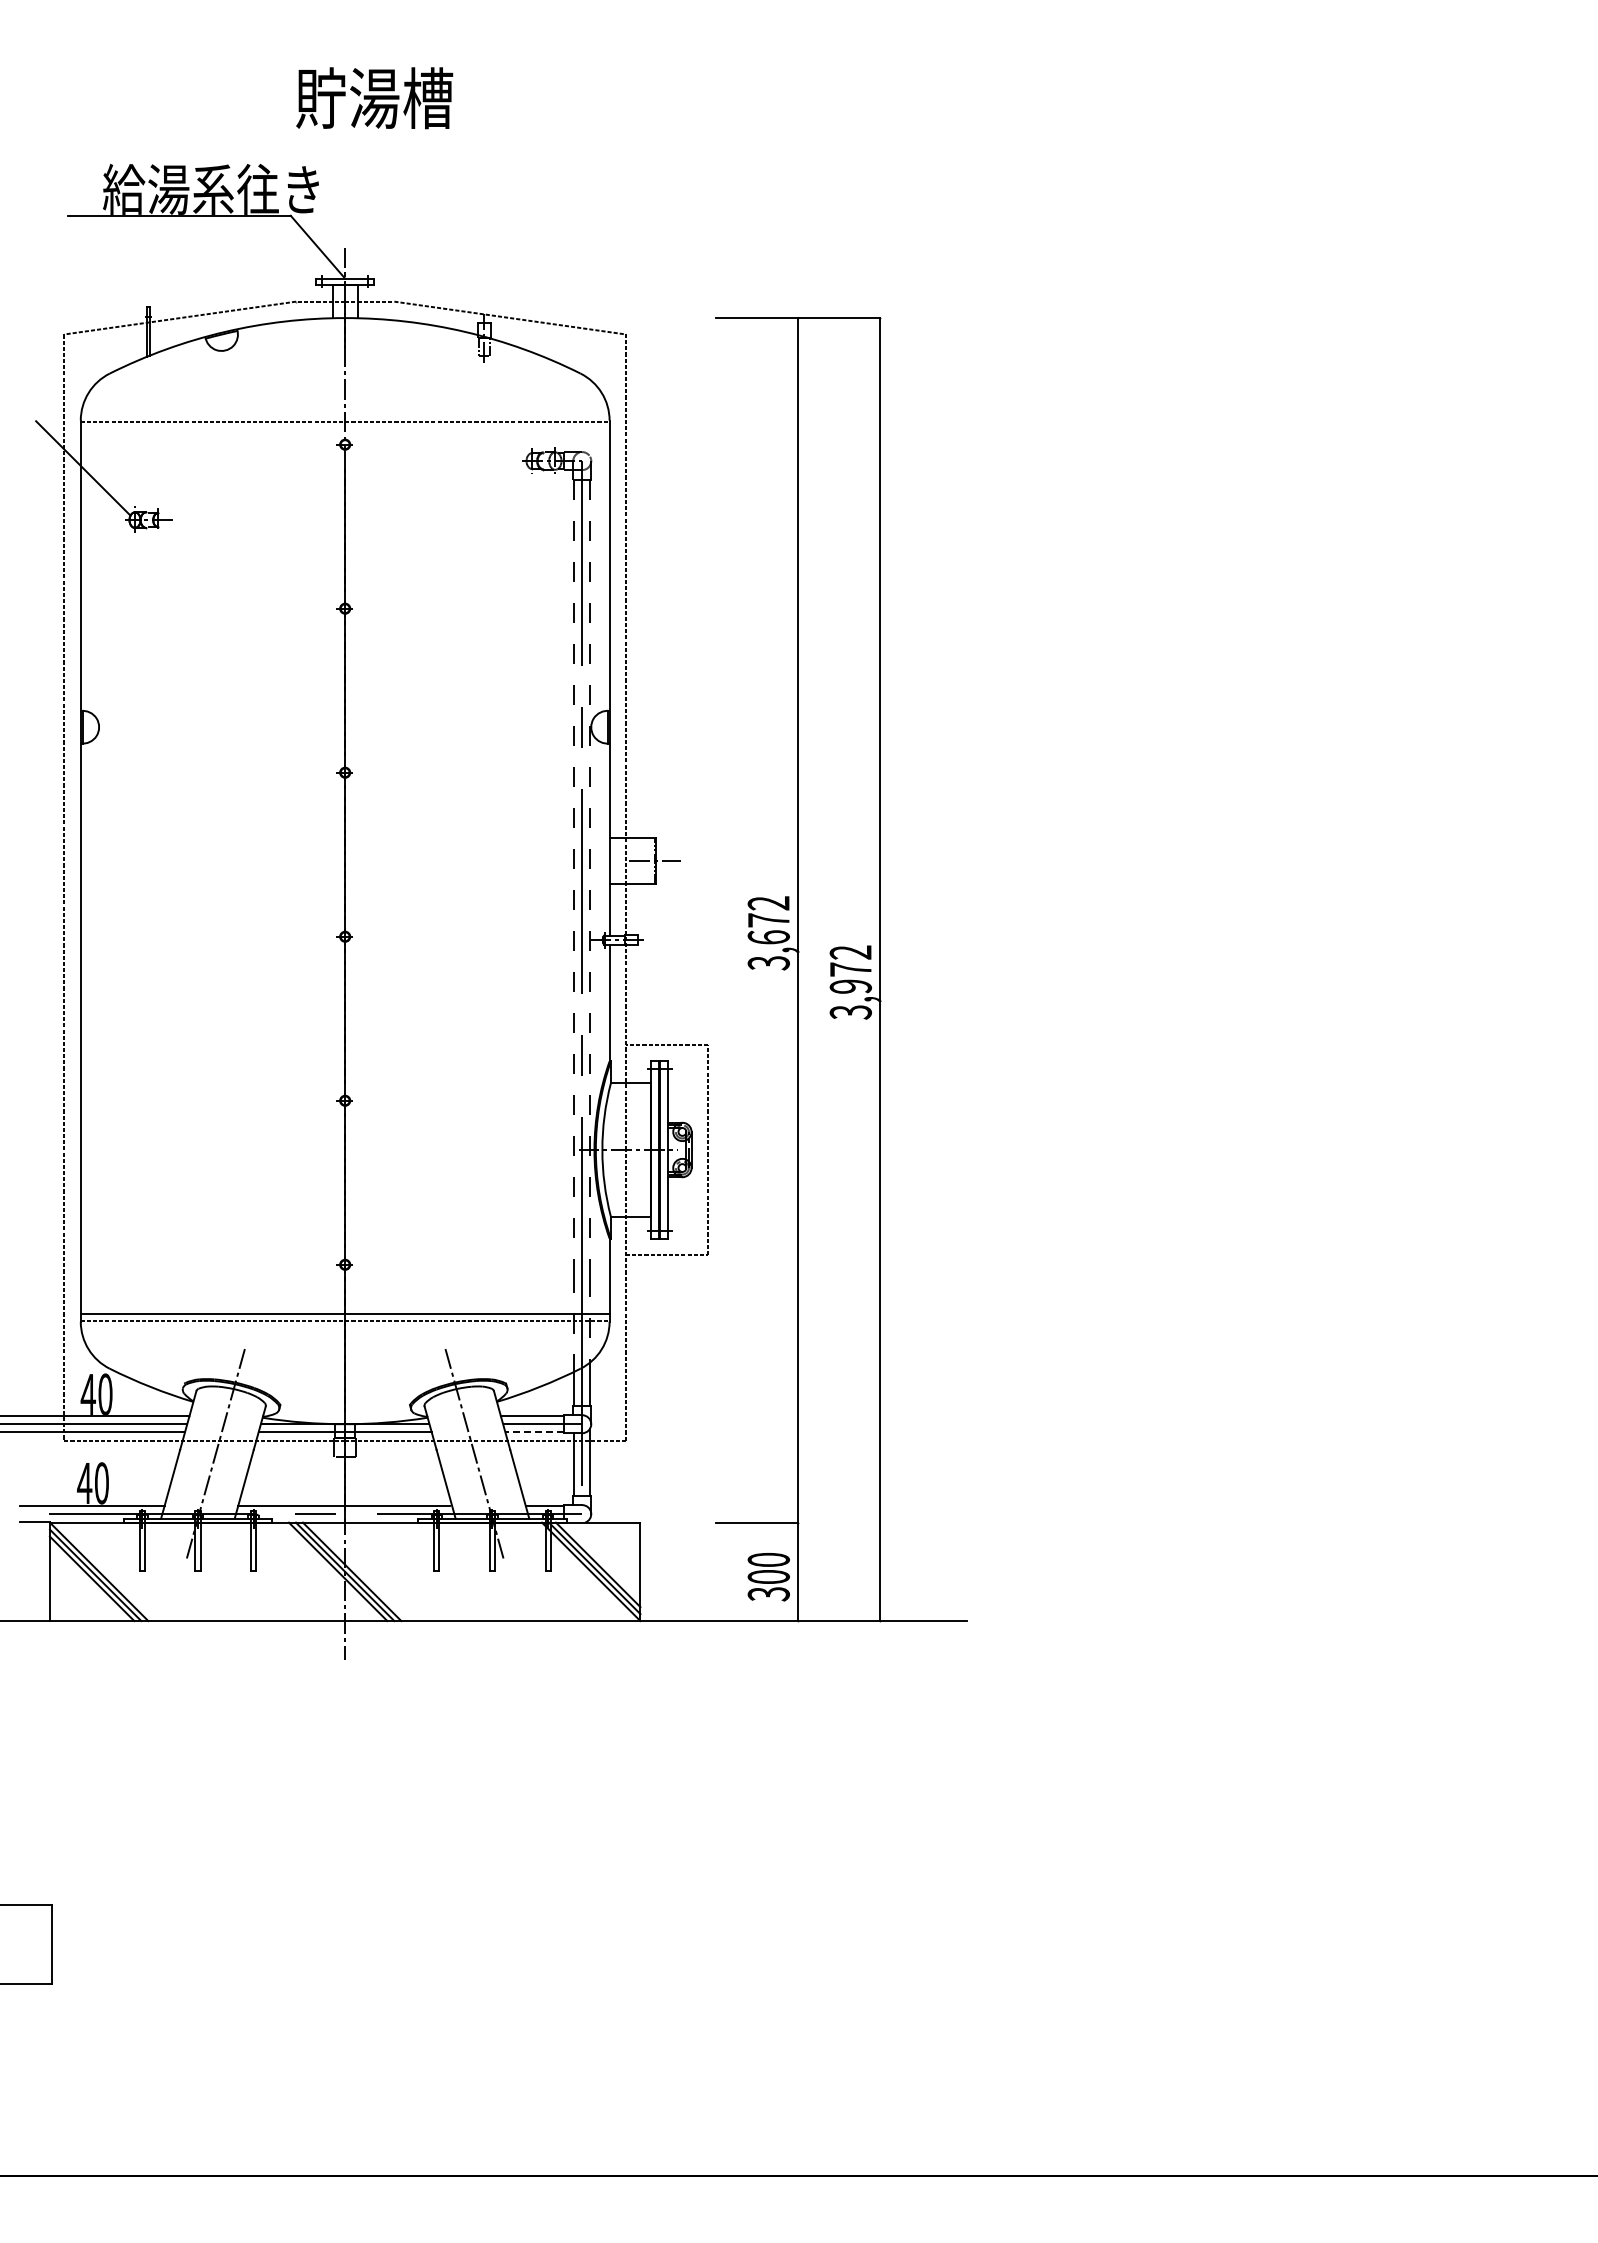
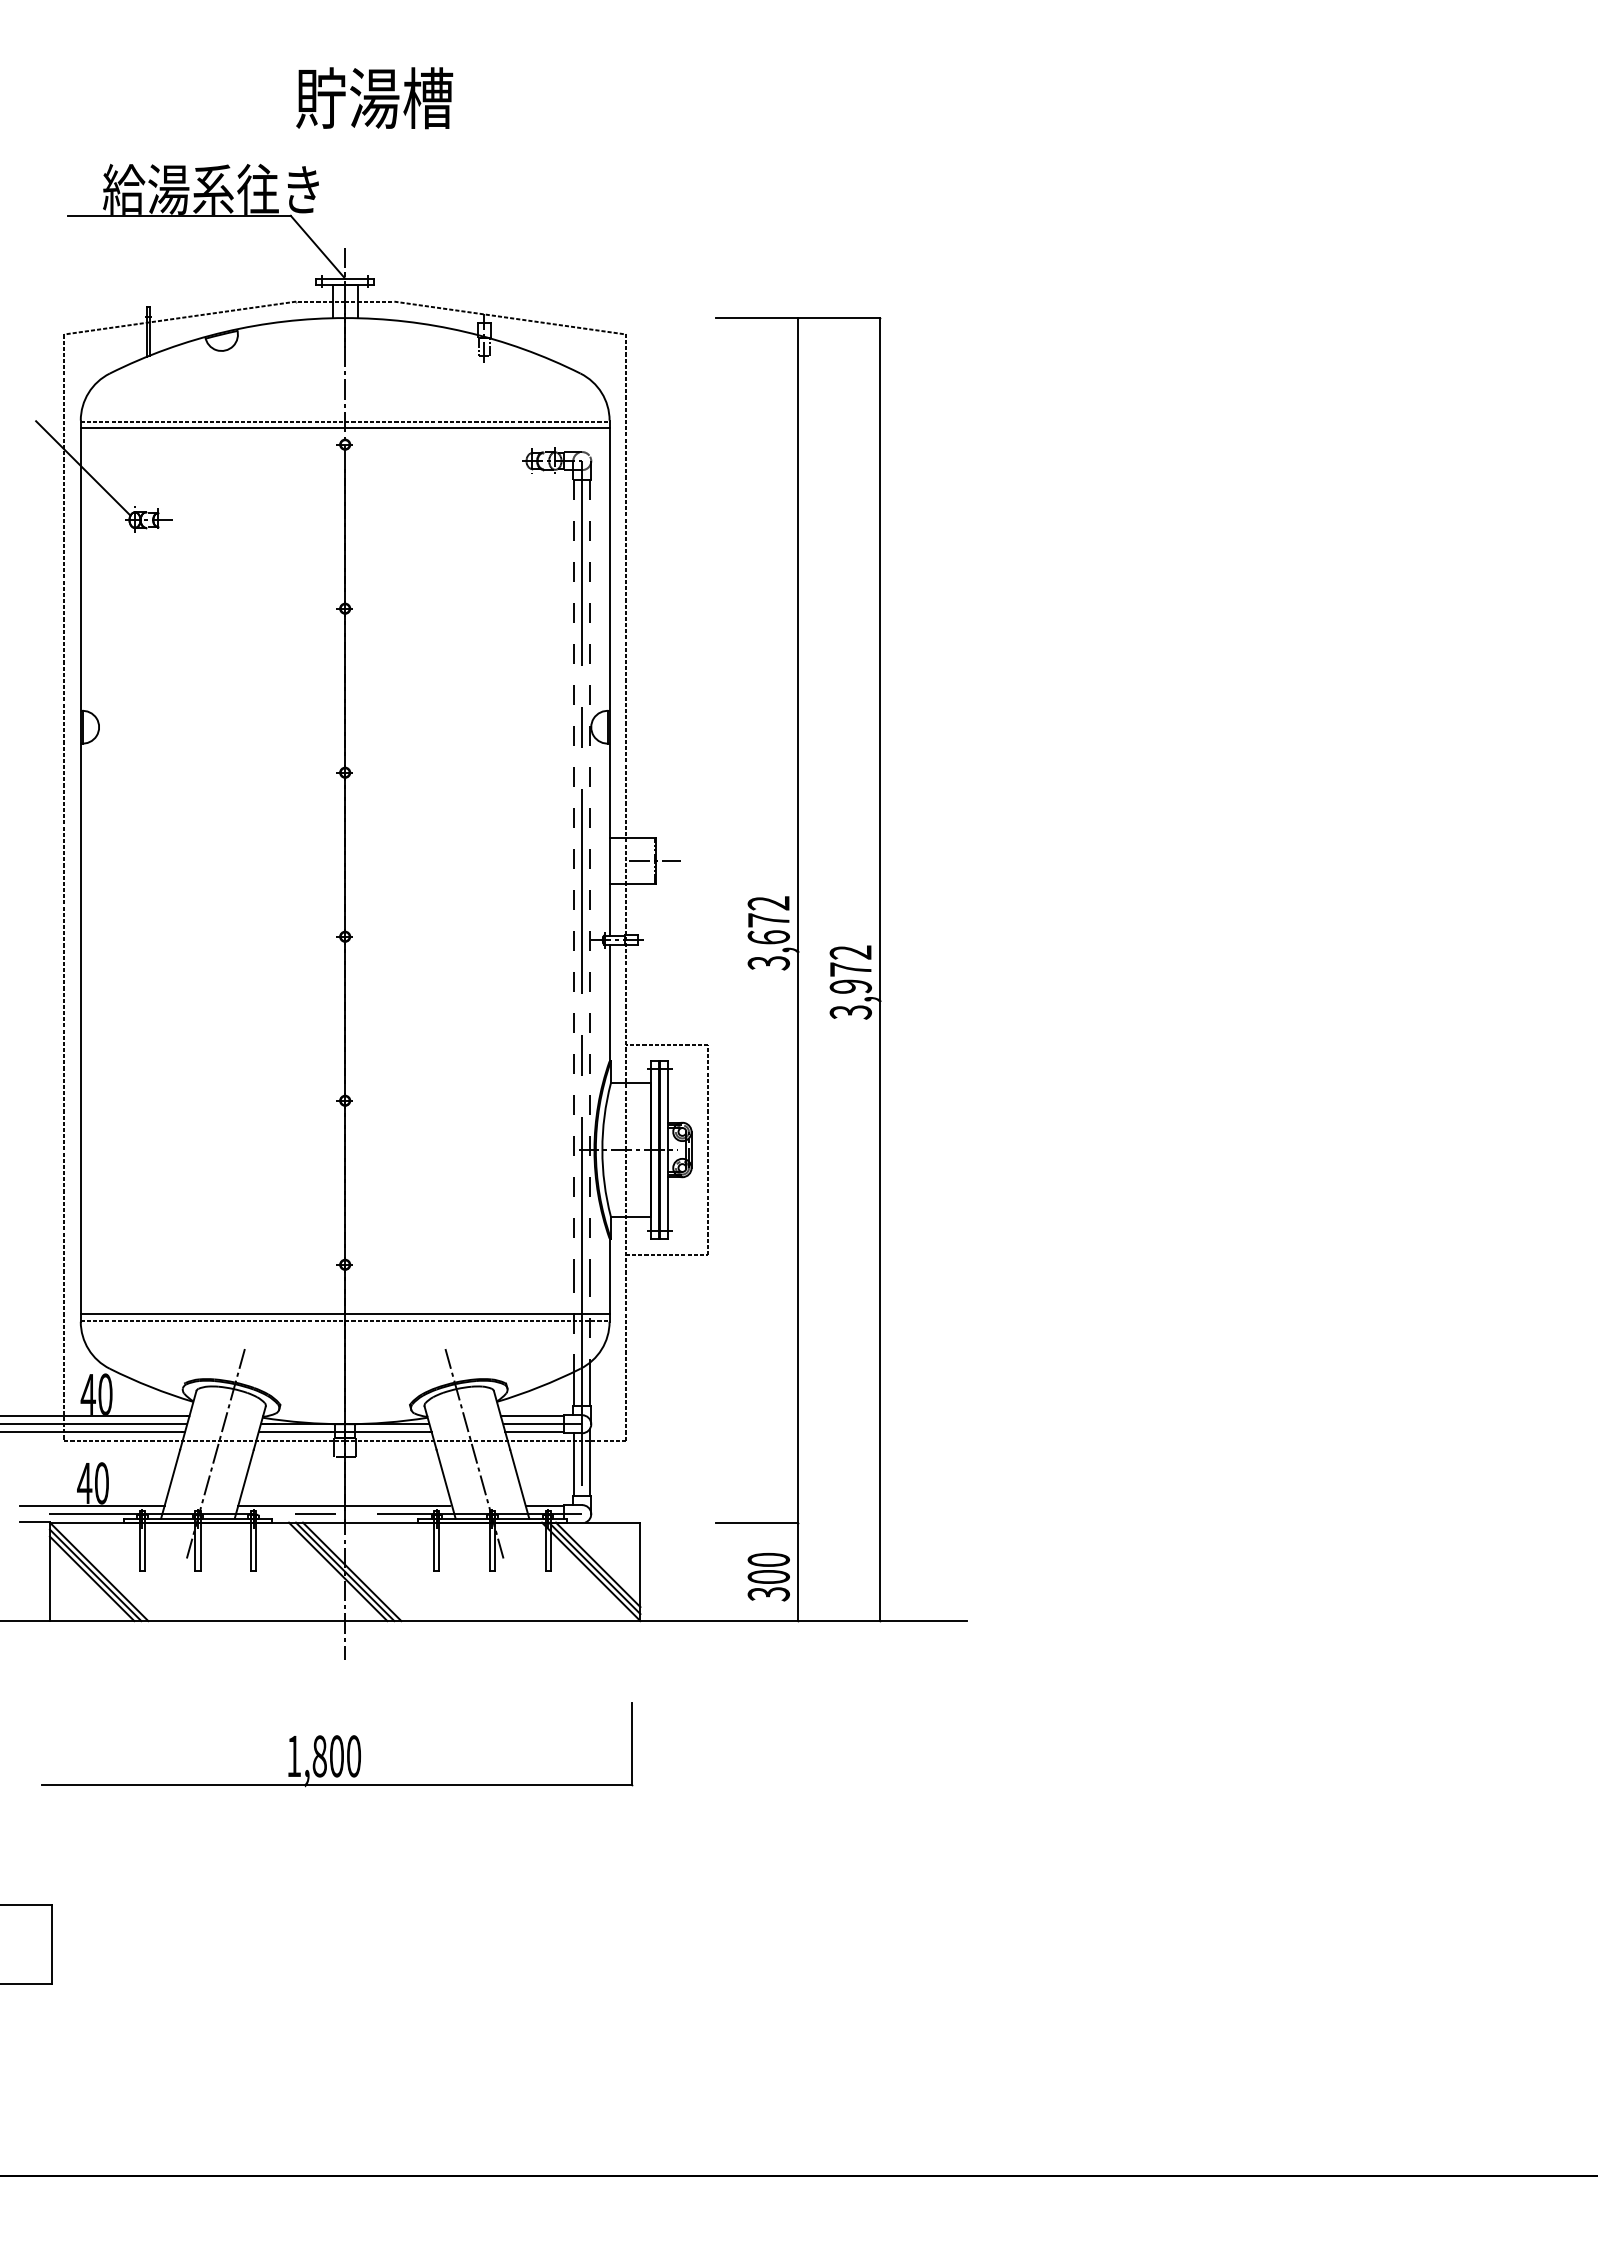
line at (344, 428): none -> present
line at (534, 1432): dashed -> solid
part at (337, 1744): none -> present
